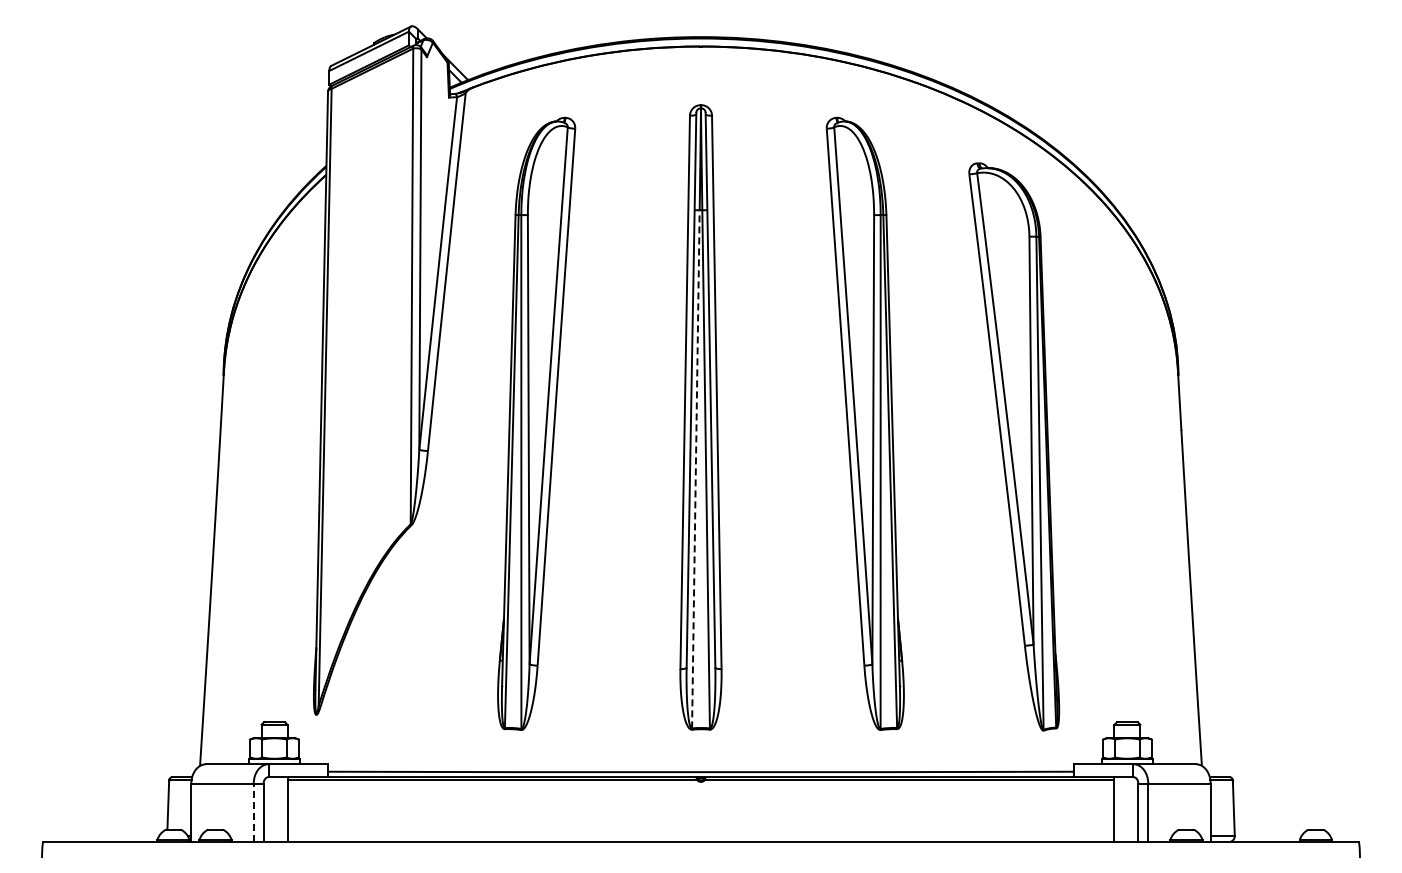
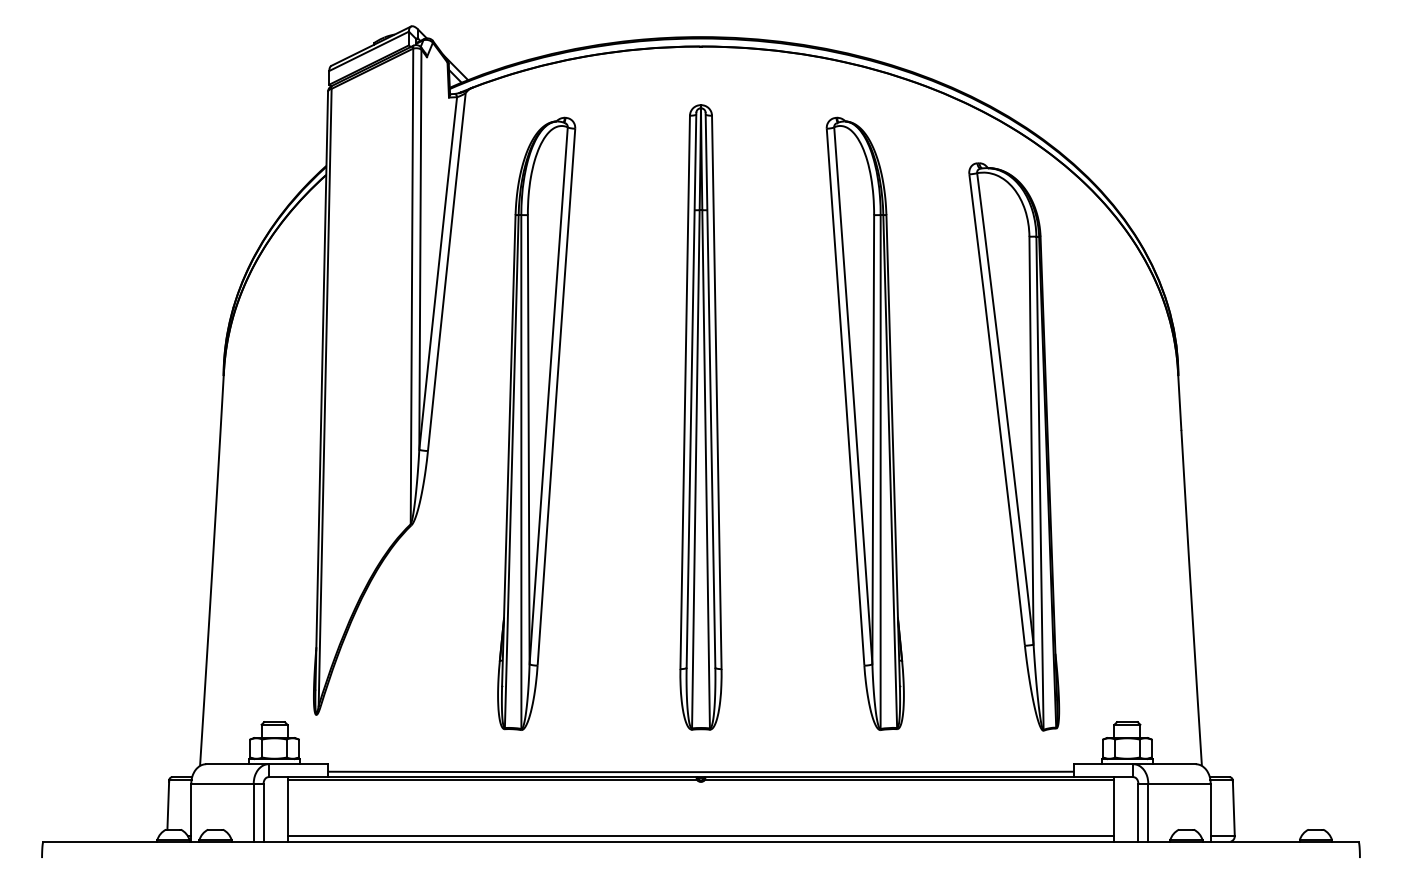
line at (695, 468): dashed -> solid
line at (253, 812): dashed -> solid
line at (700, 836): none -> present
